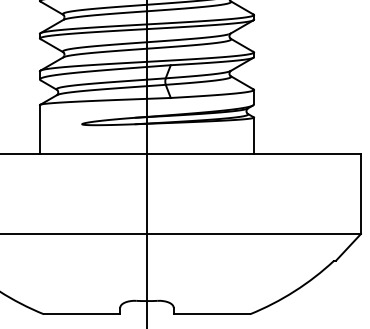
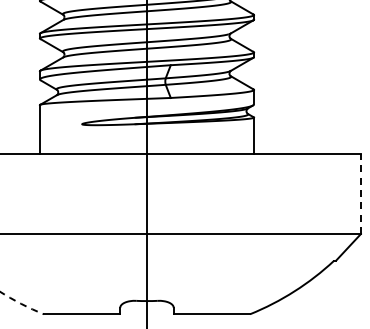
line at (360, 193): solid -> dashed
arc at (21, 303): solid -> dashed
